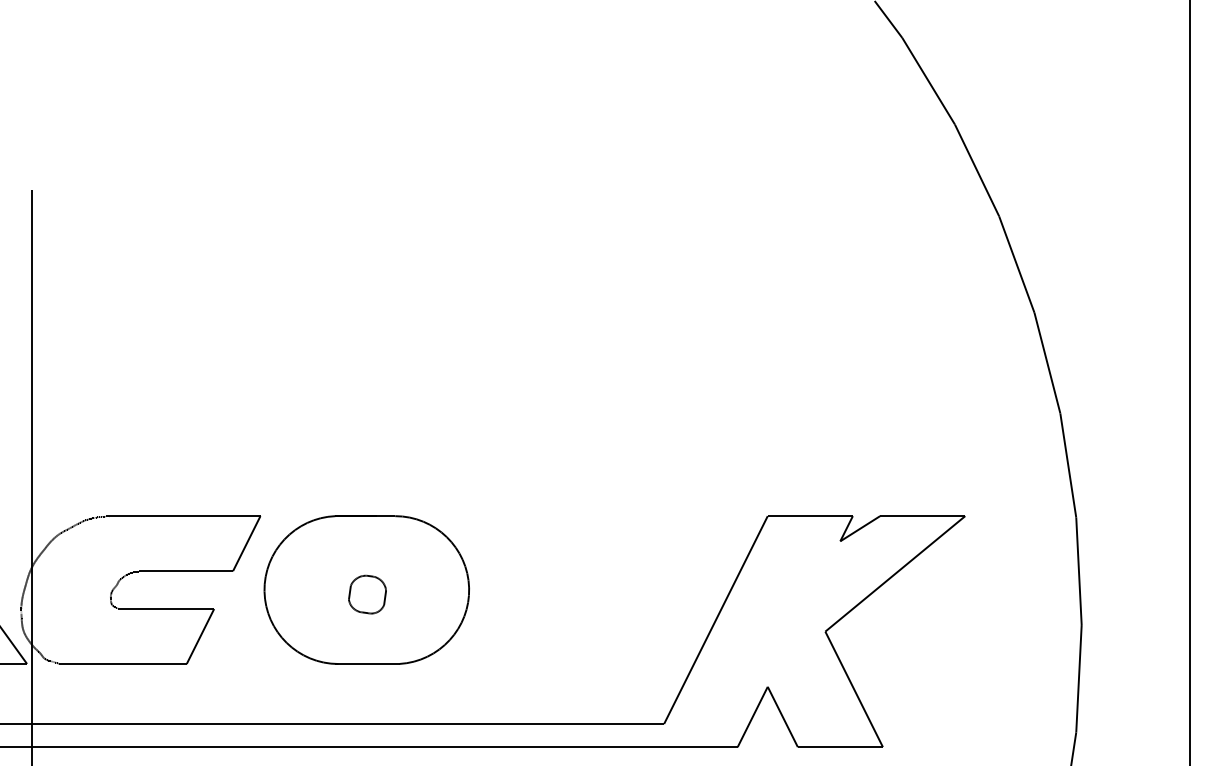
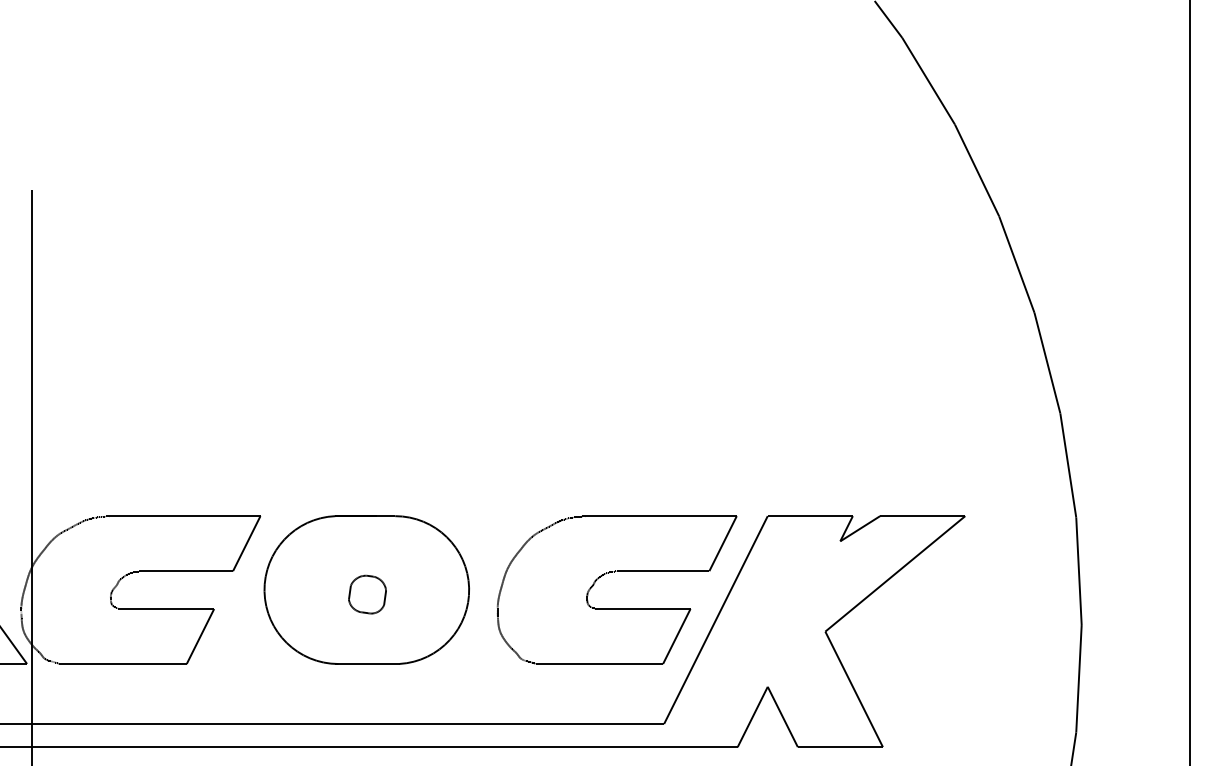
part at (614, 572): none -> present
